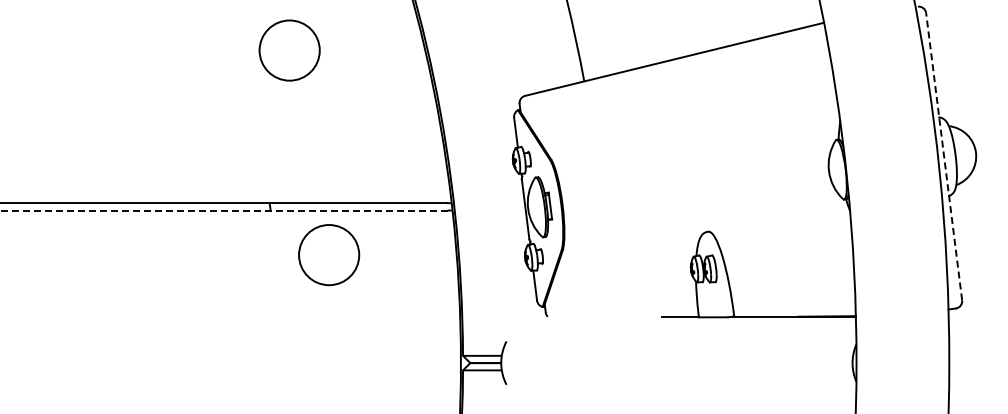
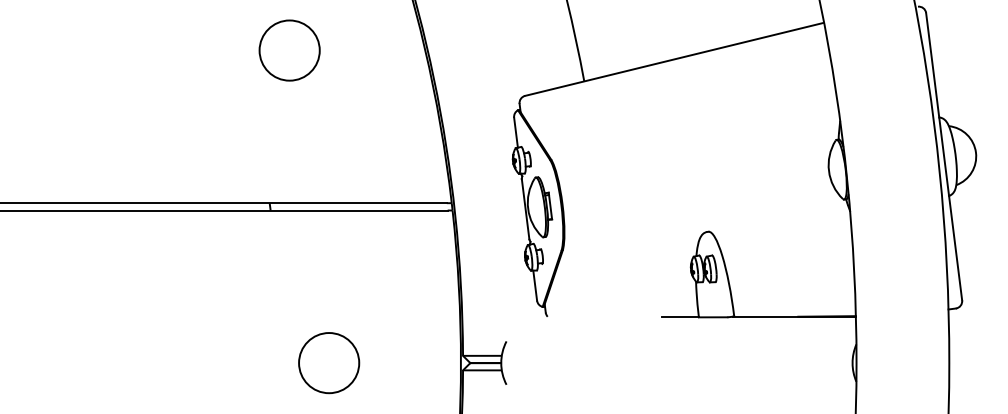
line at (944, 156): dashed -> solid
line at (223, 210): dashed -> solid
circle at (329, 255) position: (329, 255) -> (329, 363)
